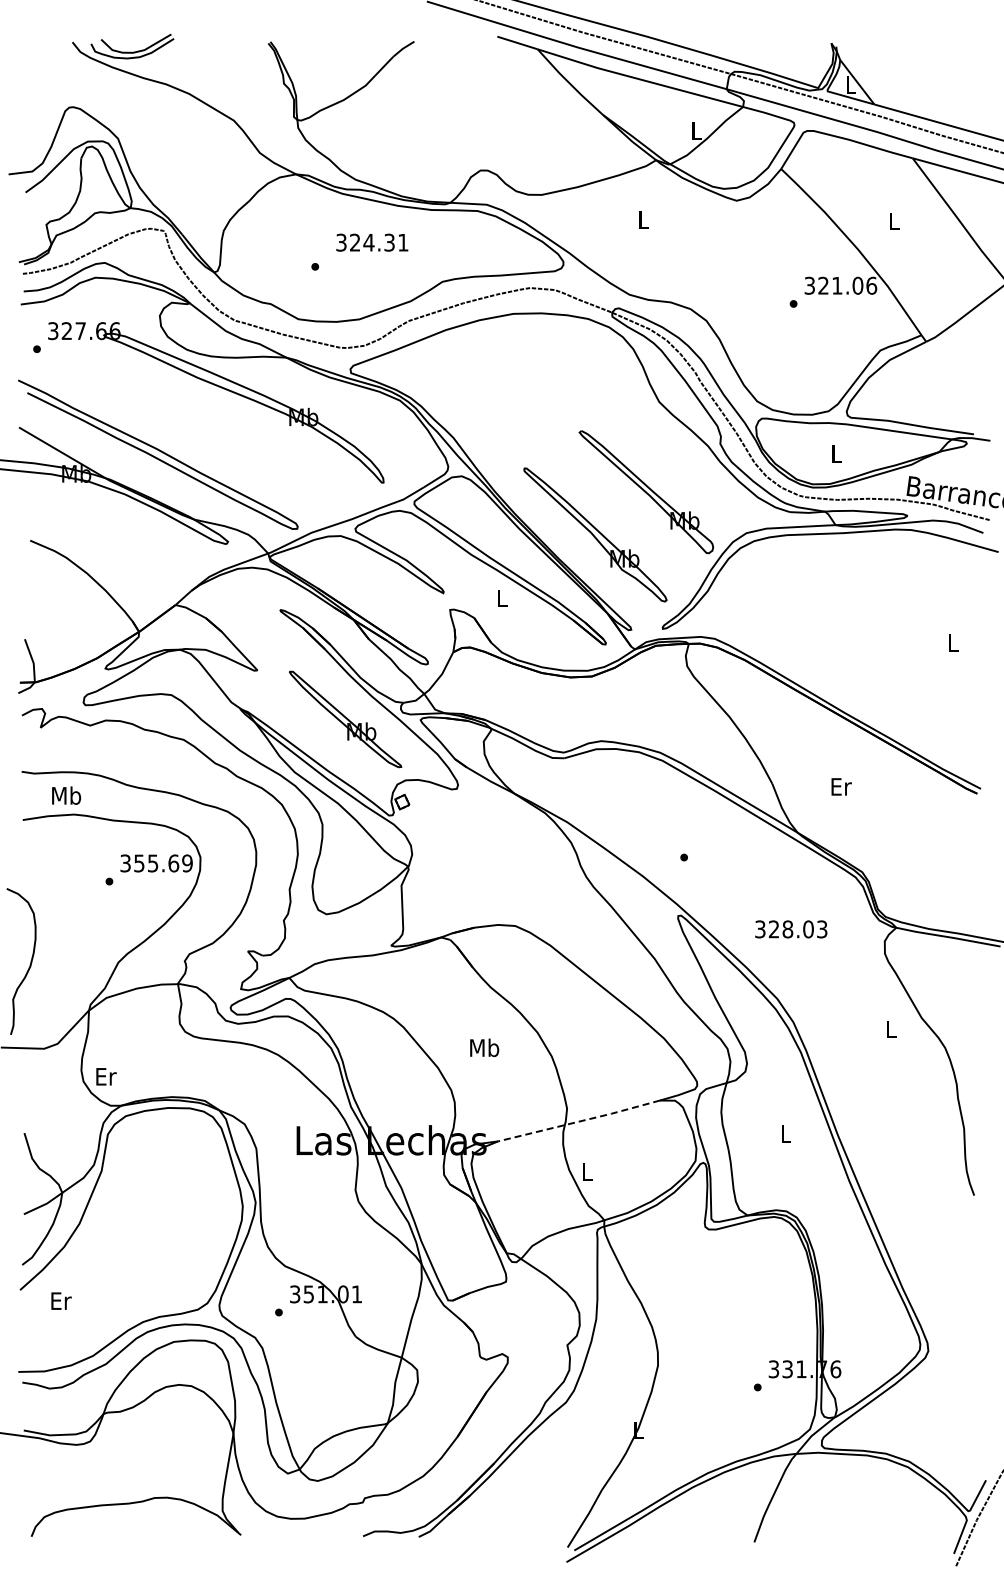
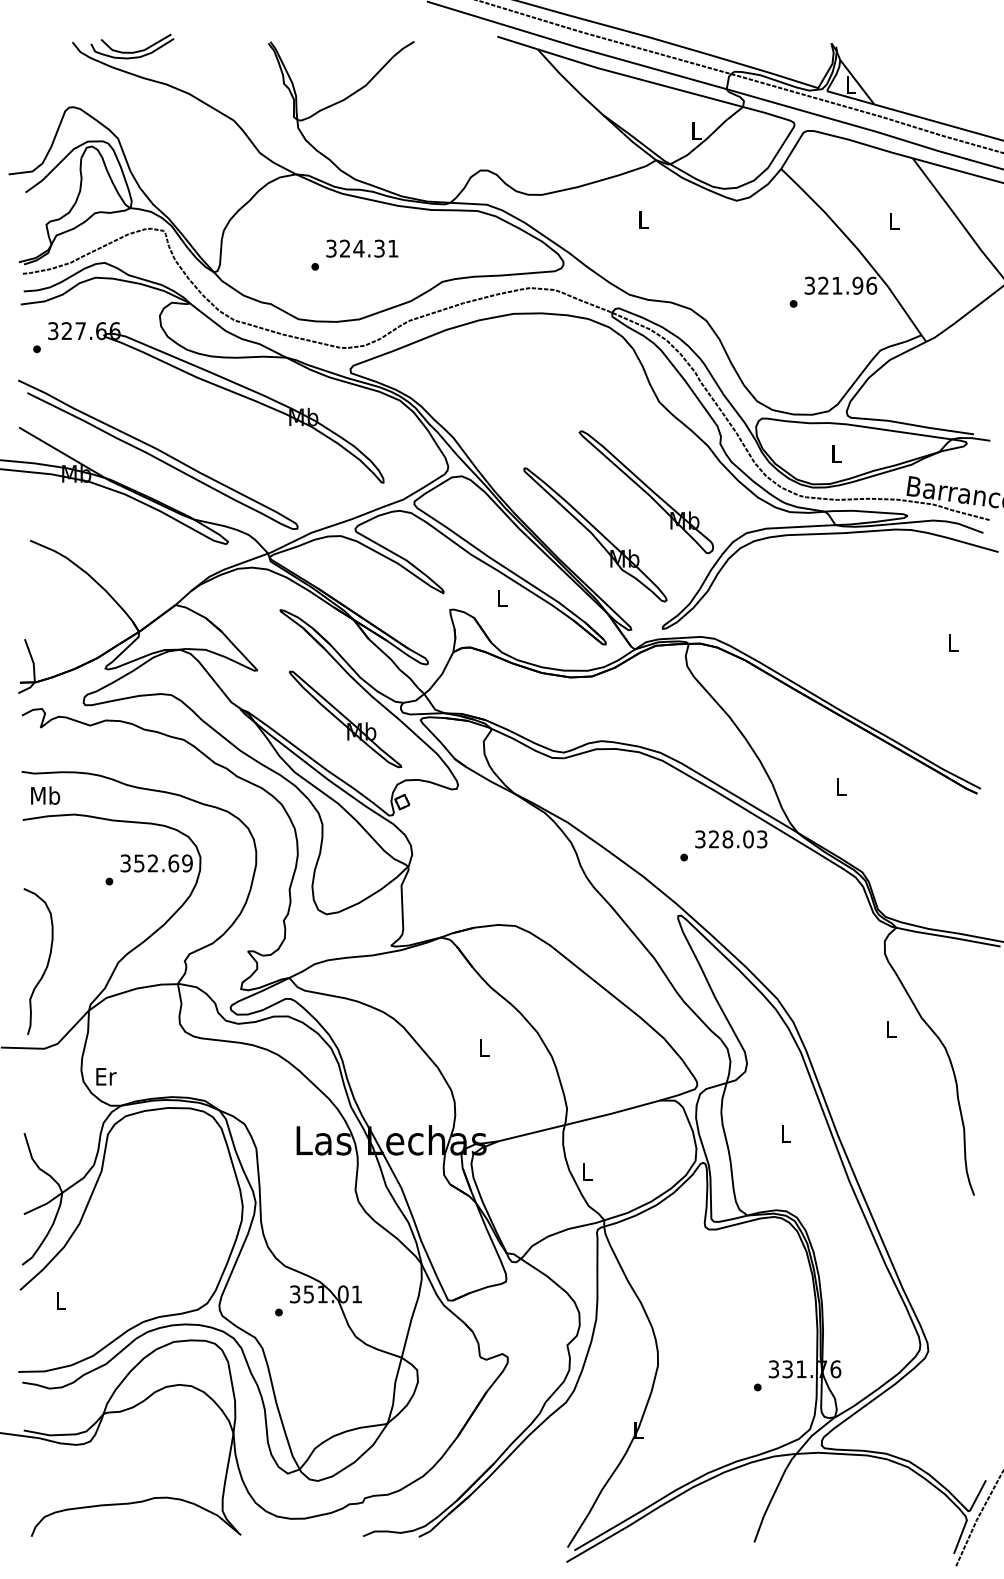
text at (372, 242) position: (372, 242) -> (362, 248)
text at (857, 285): 321.06 -> 321.96
text at (841, 786): Er -> L
text at (66, 795) position: (66, 795) -> (45, 795)
text at (153, 863): 355.69 -> 352.69
text at (791, 929) position: (791, 929) -> (731, 839)
curve at (29, 964) position: (29, 964) -> (46, 964)
text at (484, 1047): Mb -> L
line at (579, 1121): dashed -> solid
text at (61, 1300): Er -> L
